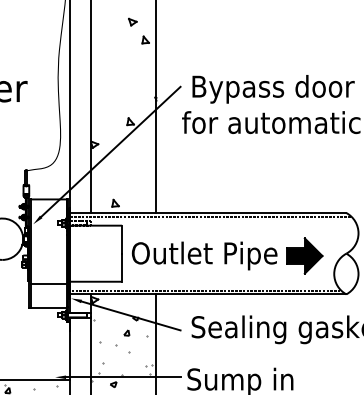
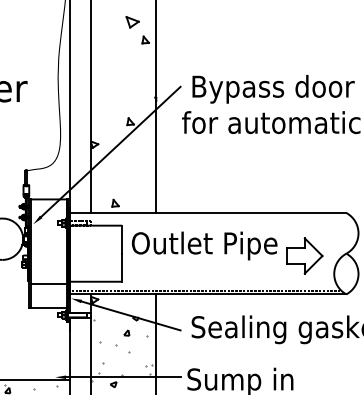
part at (132, 21) size: 10x10 px -> 15x13 px
line at (210, 216): present -> none
text at (204, 255) position: (204, 255) -> (204, 245)
fill at (304, 255): present -> none
